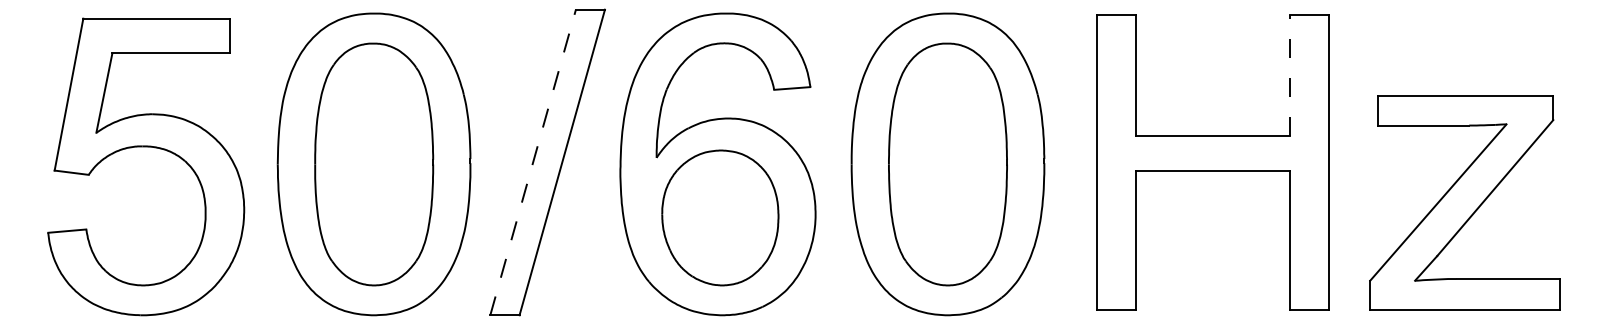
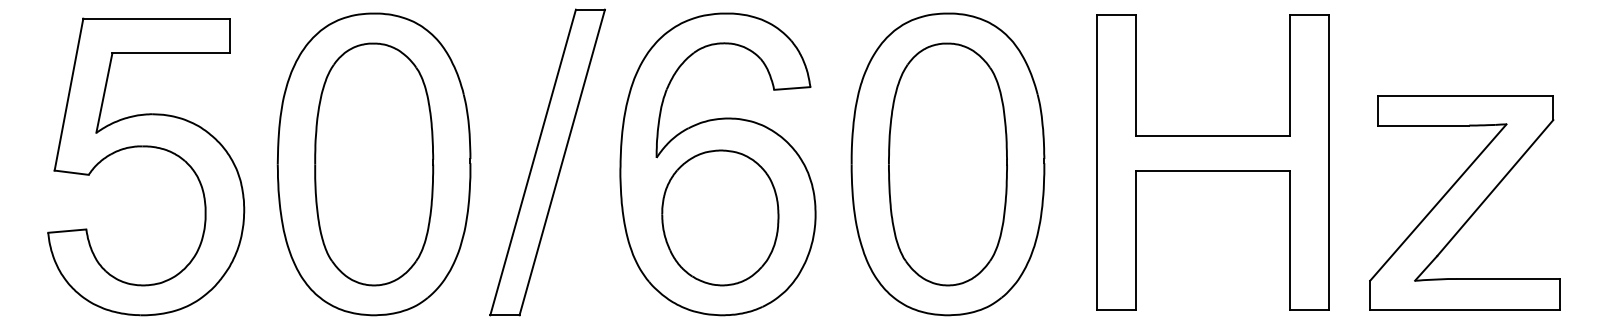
line at (1289, 75): dashed -> solid
line at (533, 162): dashed -> solid
